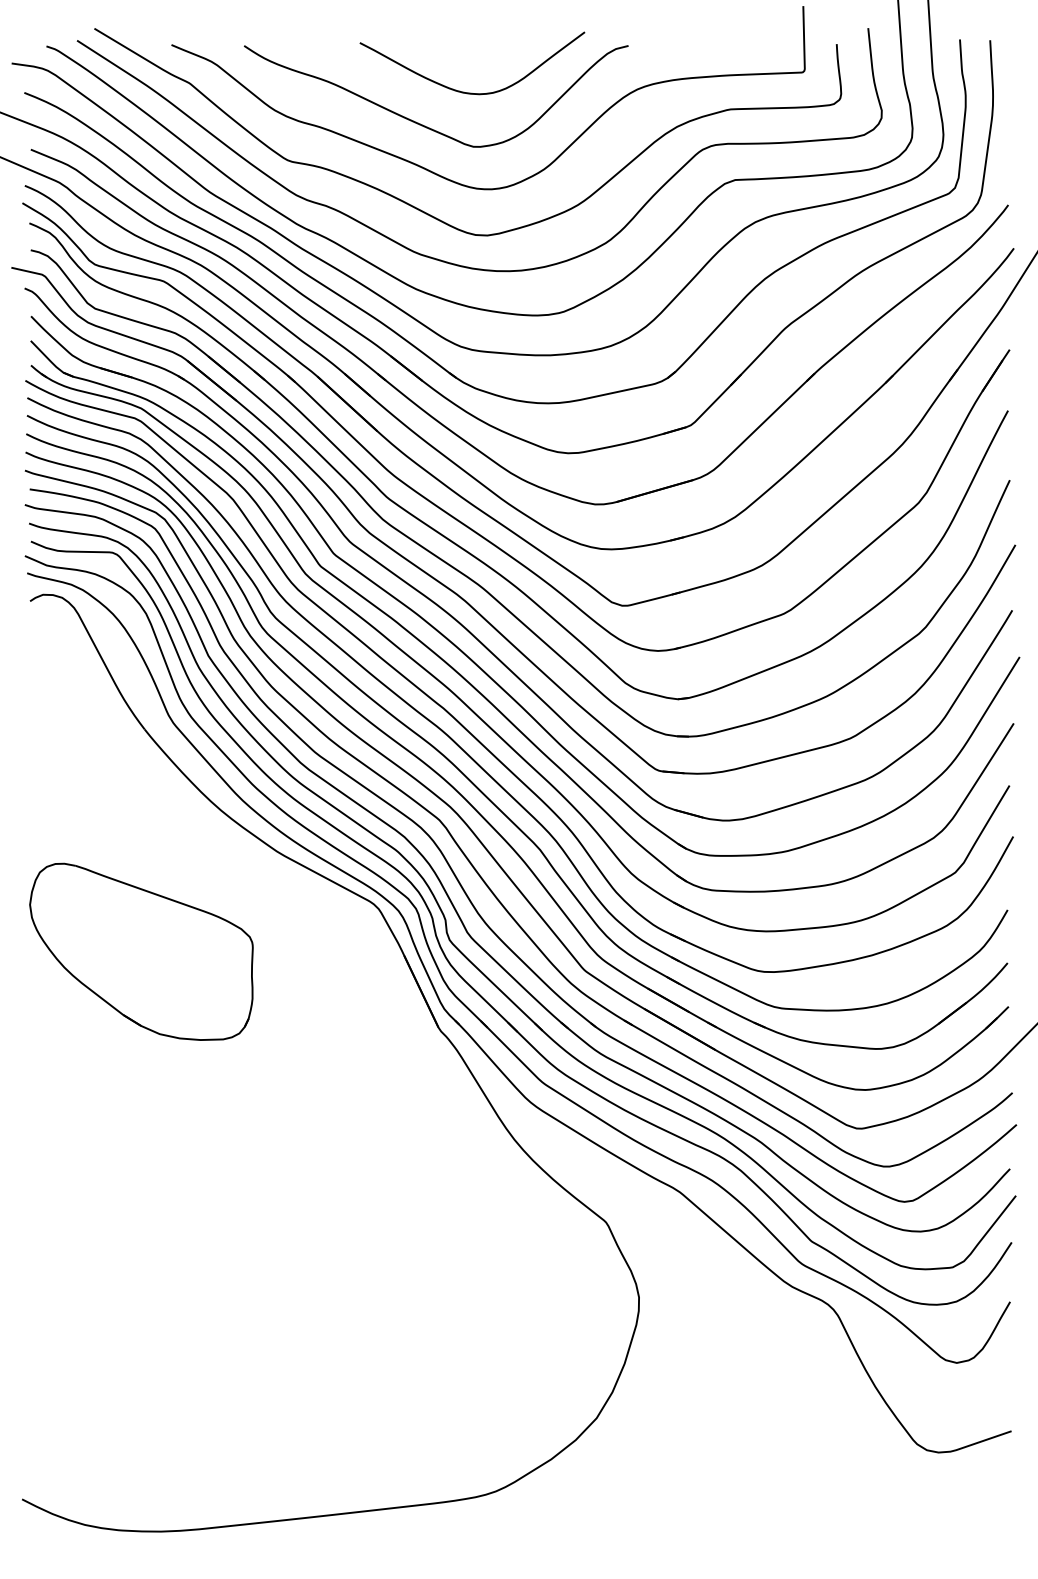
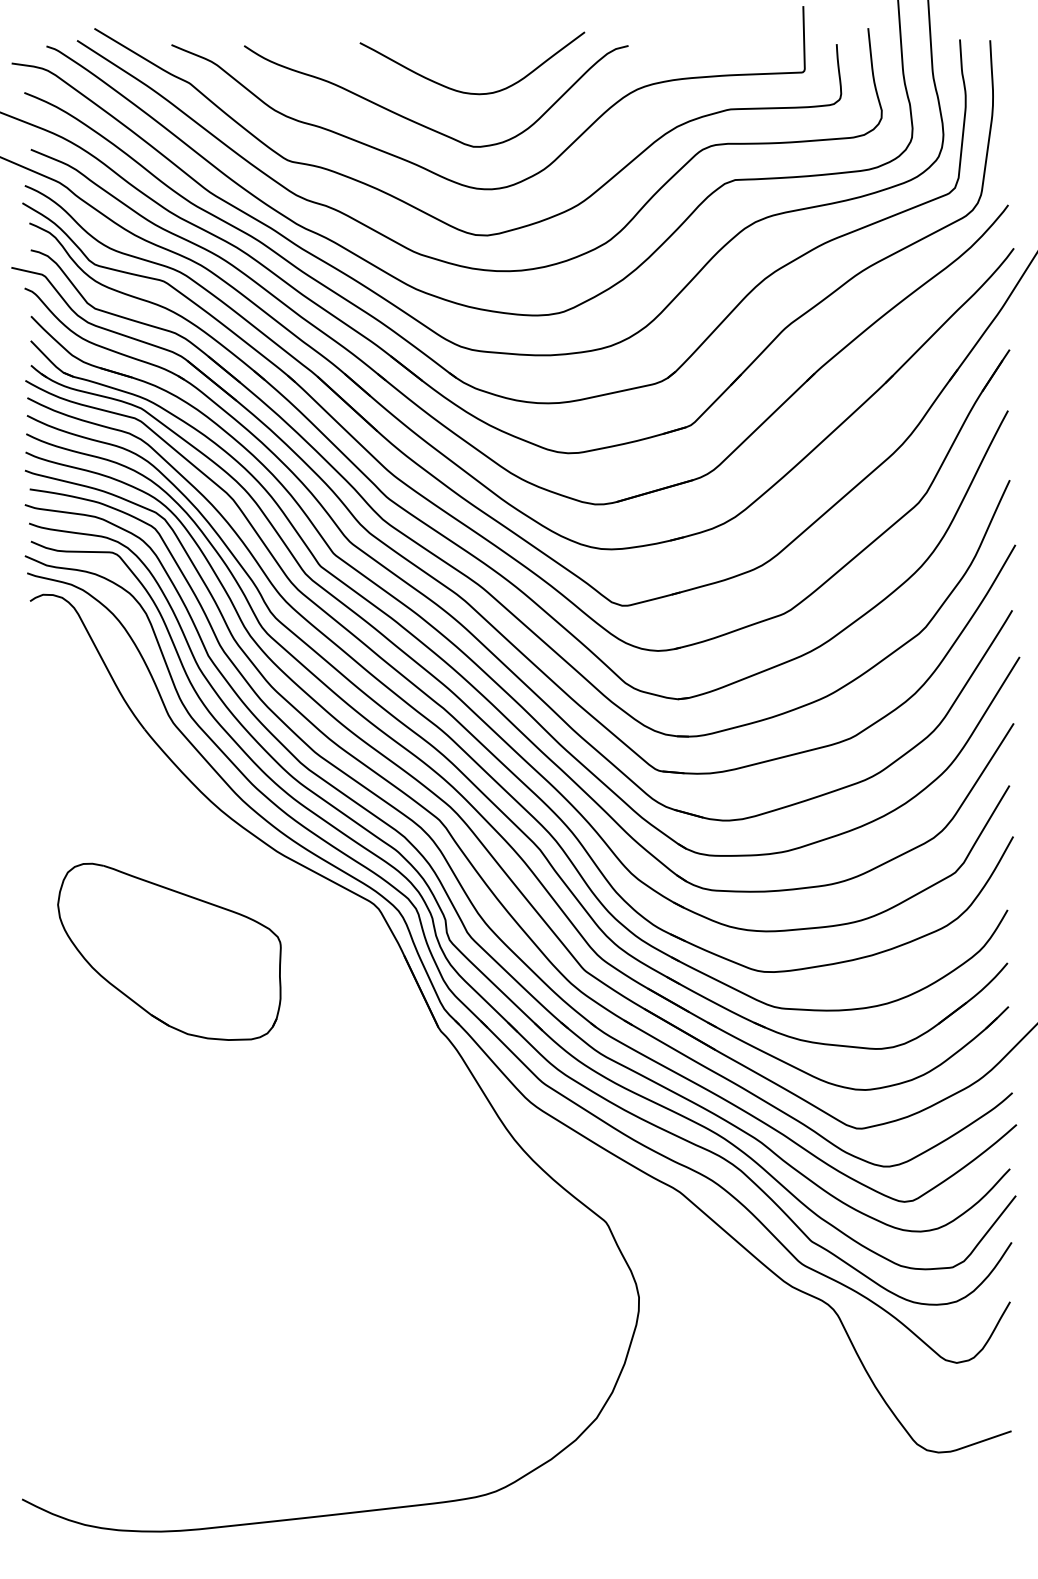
part at (141, 951) position: (141, 951) -> (169, 951)
